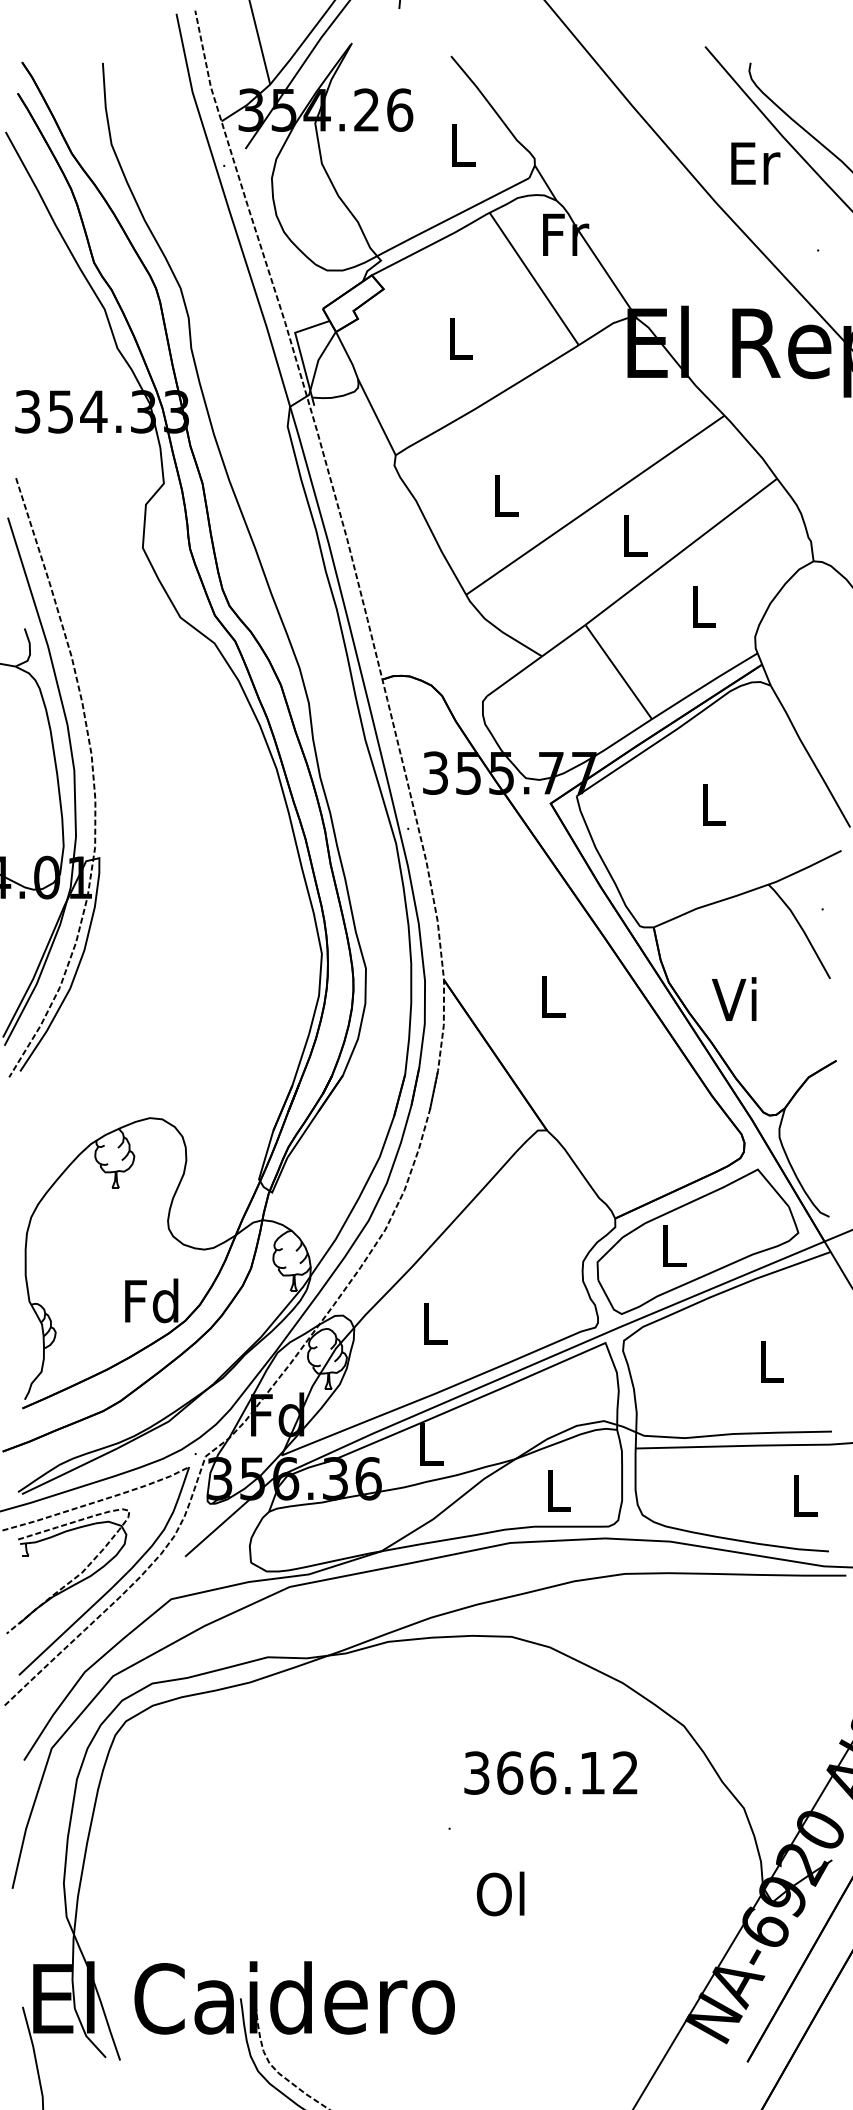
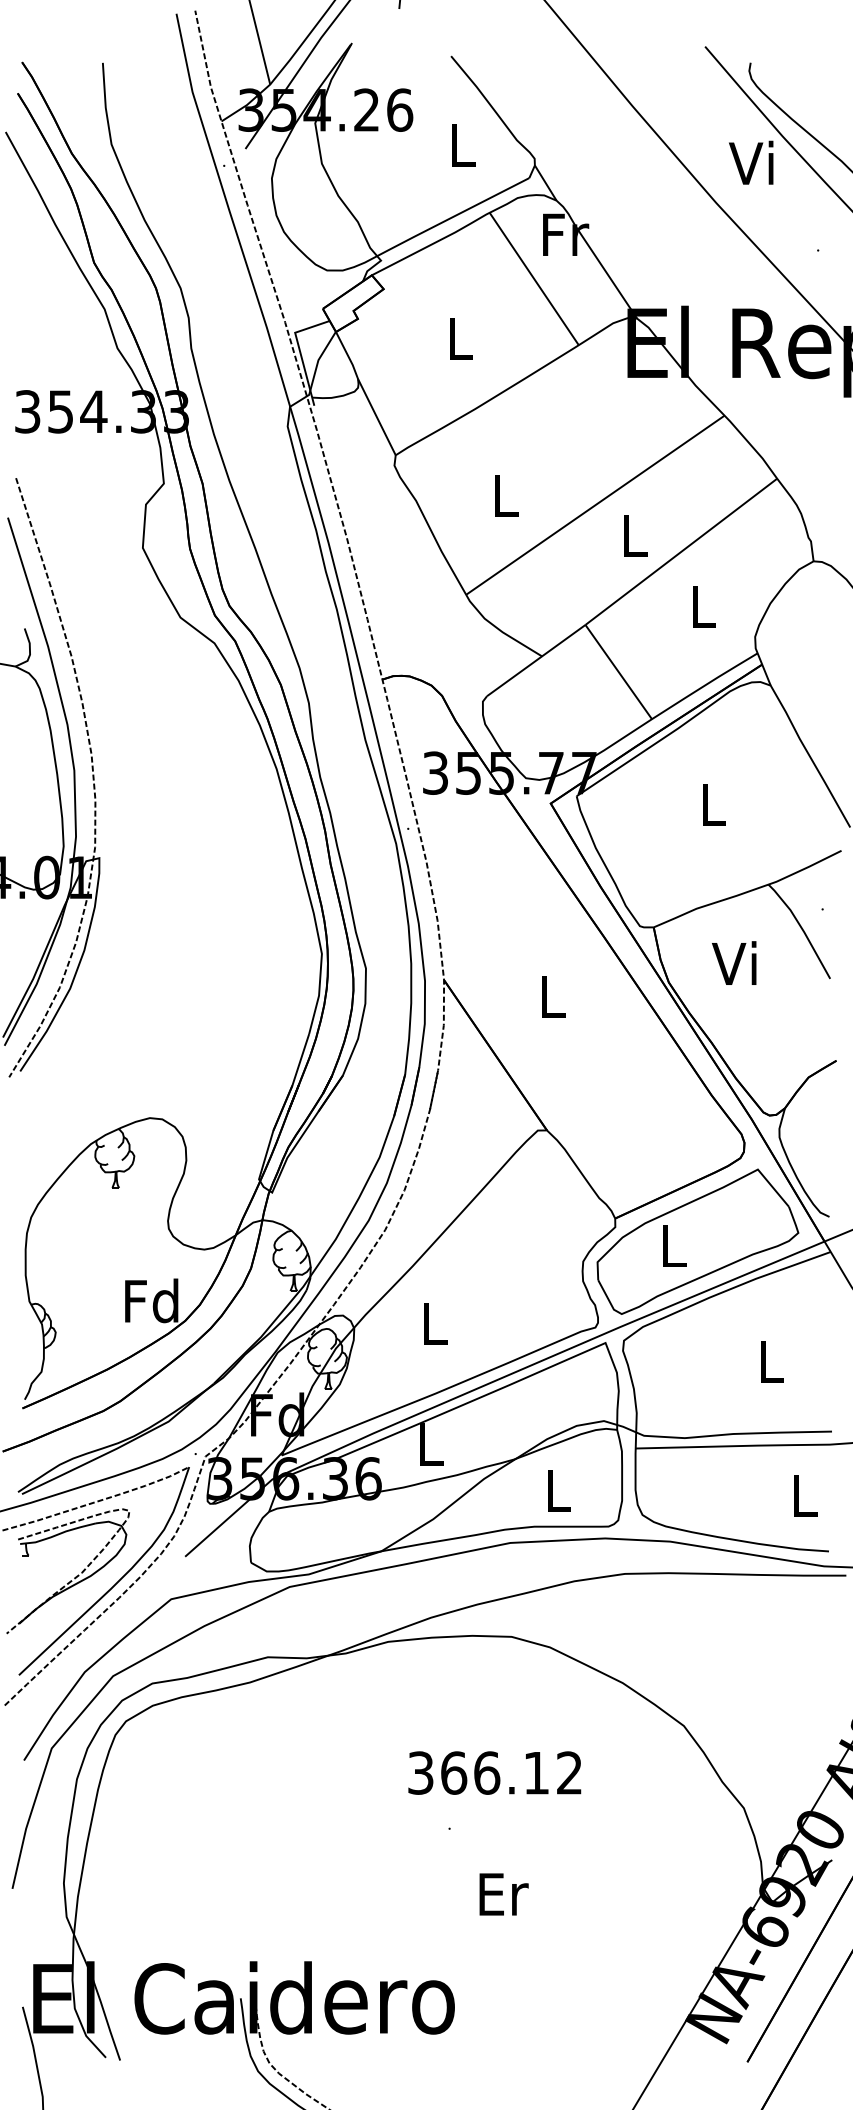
text at (754, 162): Er -> Vi
text at (734, 998) position: (734, 998) -> (734, 962)
text at (550, 1772) position: (550, 1772) -> (494, 1772)
text at (502, 1893): Ol -> Er
